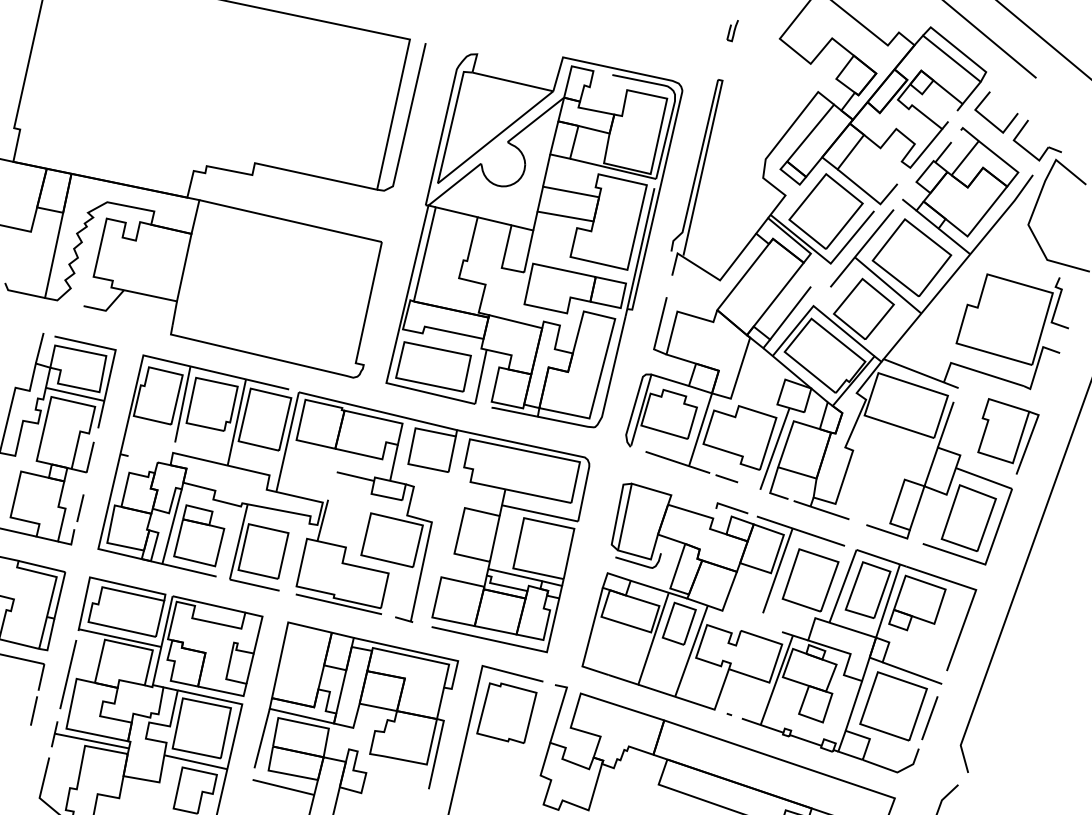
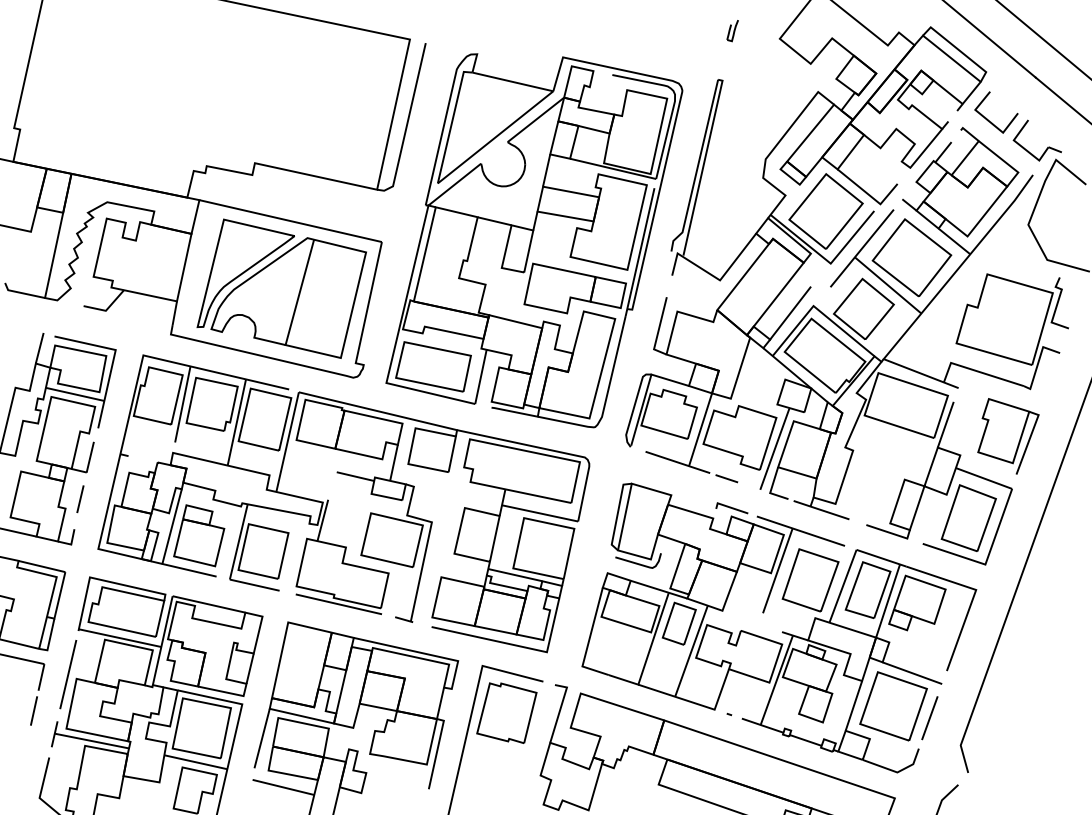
line at (1061, 99): none -> present
part at (281, 288): none -> present
line at (80, 508) position: (80, 508) -> (80, 499)
